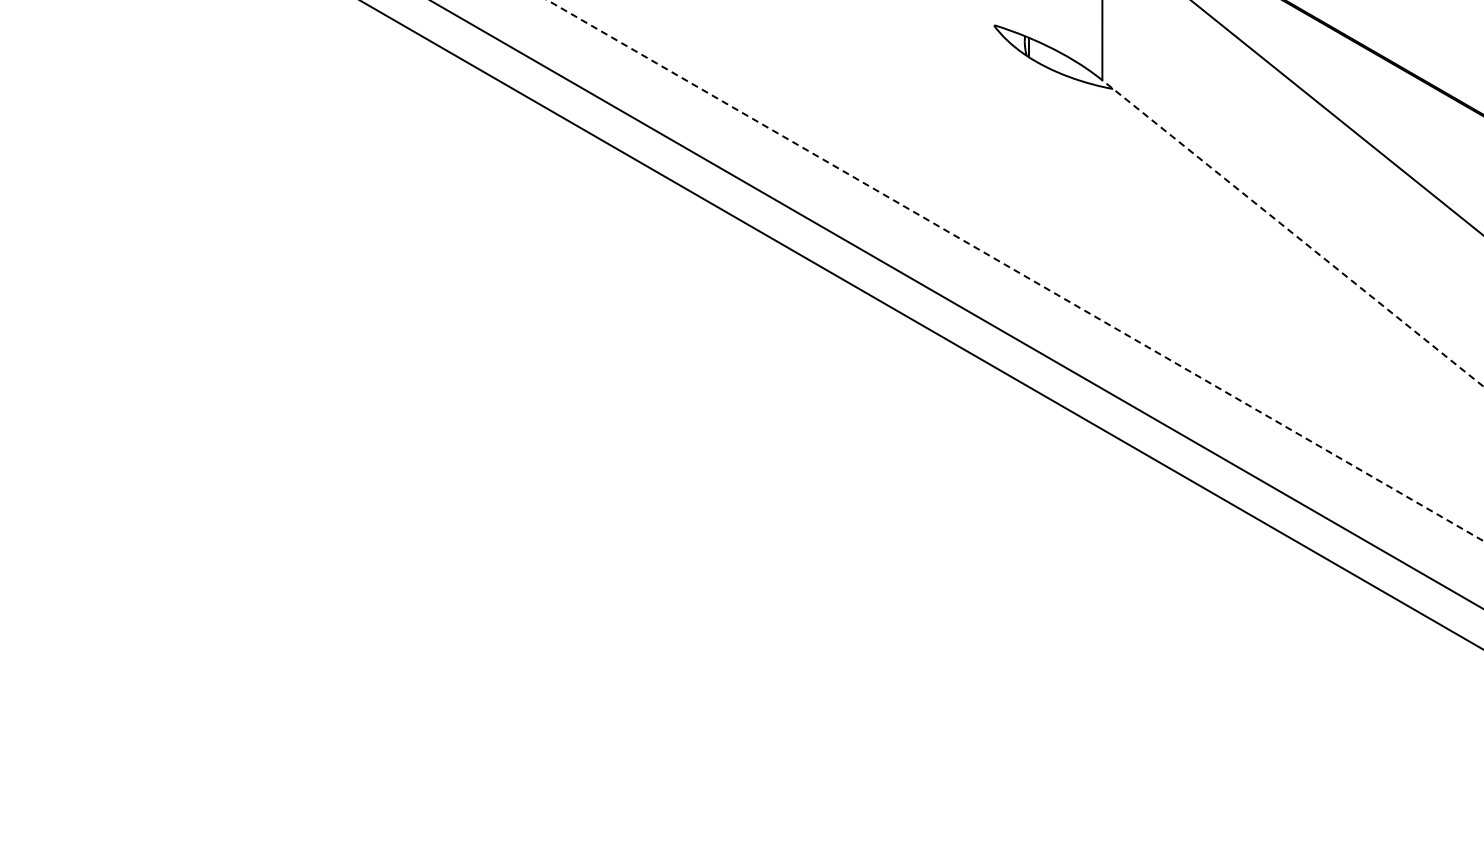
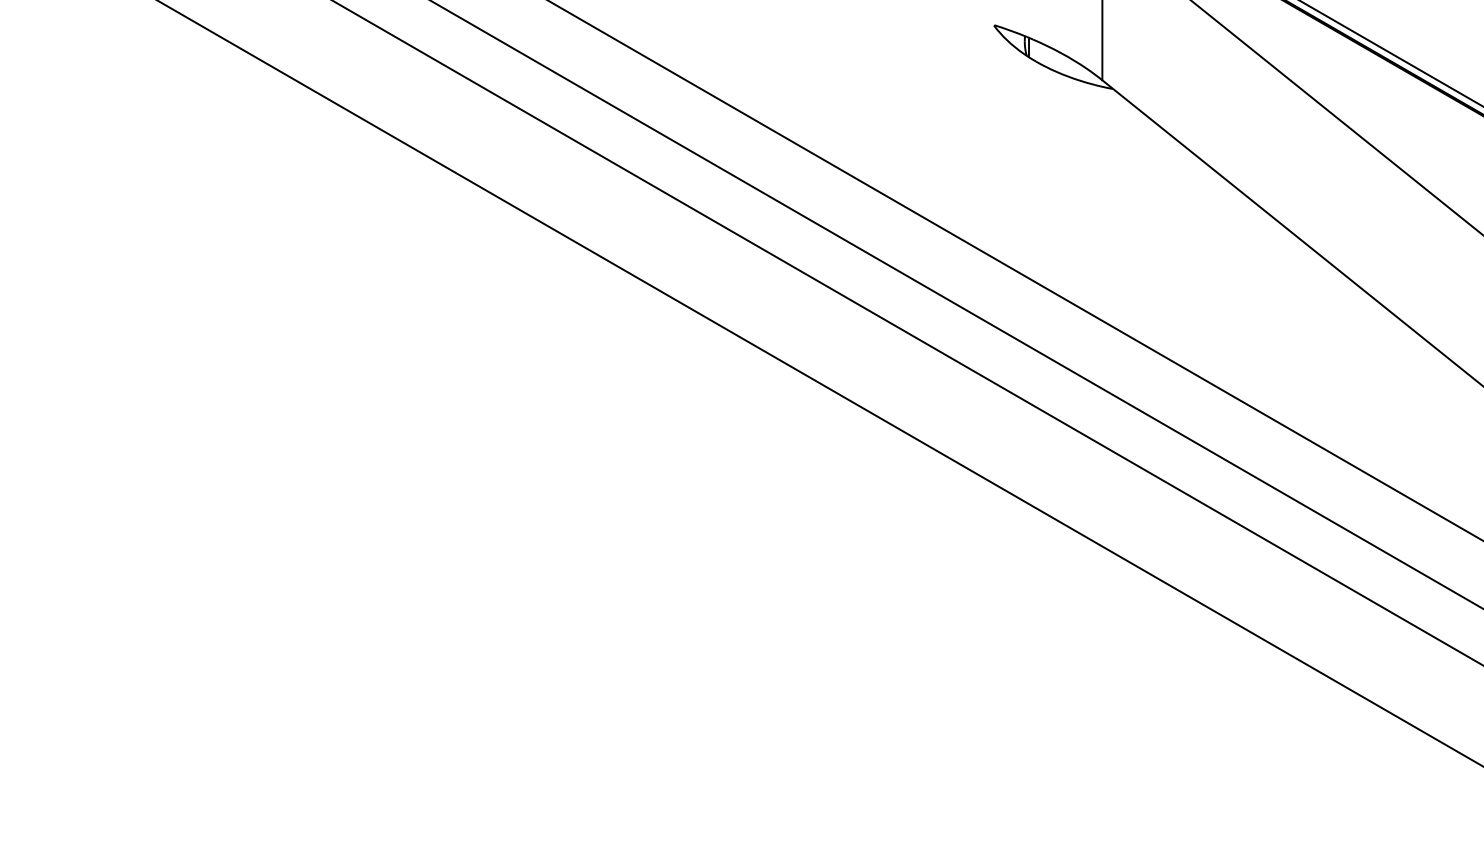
line at (1391, 53): none -> present
line at (1292, 233): dashed -> solid
line at (1015, 270): dashed -> solid
line at (921, 325) position: (921, 325) -> (907, 333)
line at (820, 383): none -> present
